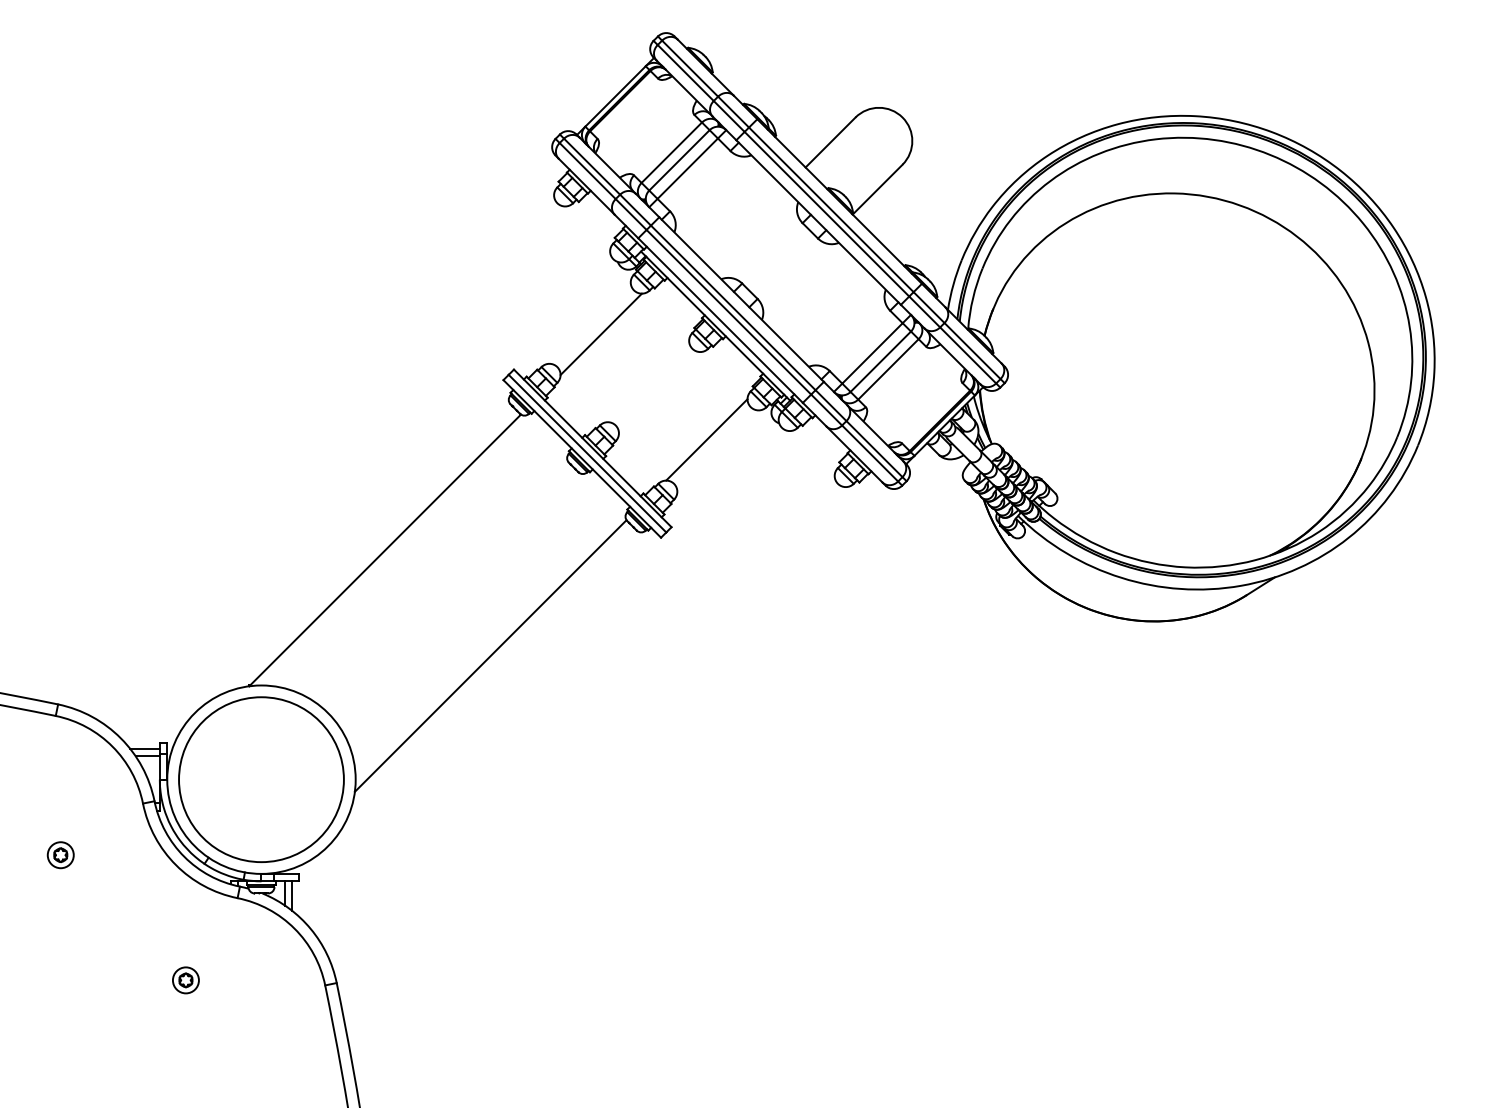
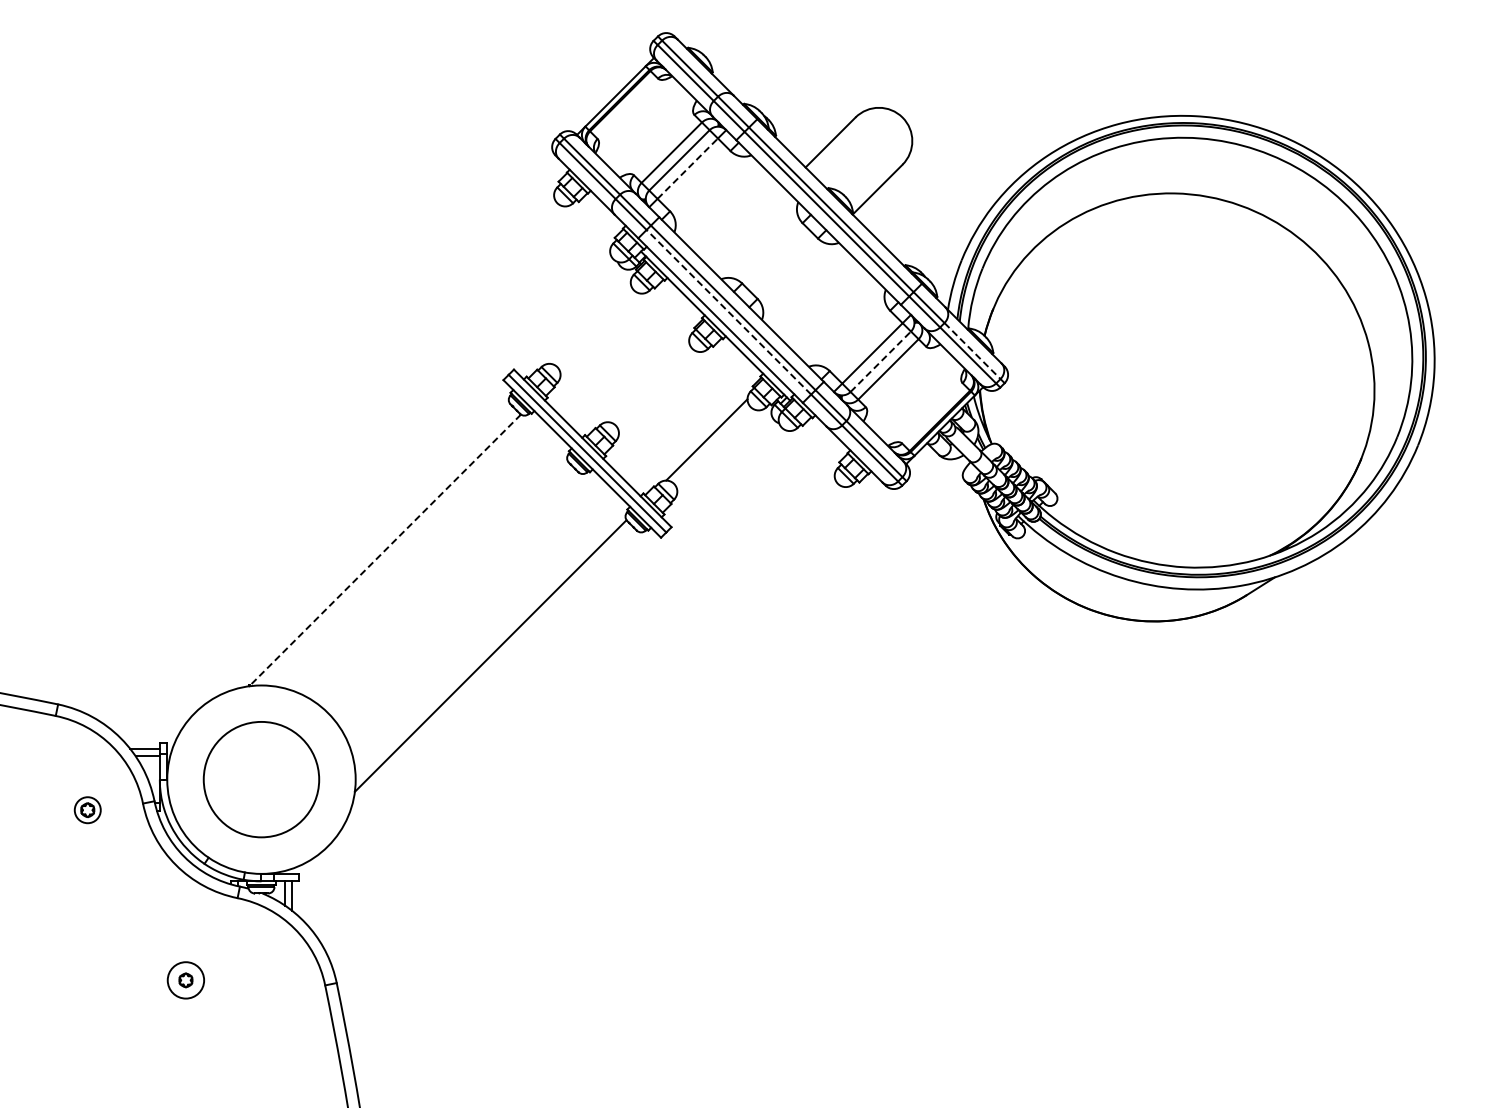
line at (687, 168): solid -> dashed
line at (728, 311): solid -> dashed
line at (600, 334): present -> none
line at (972, 351): solid -> dashed
line at (880, 361): solid -> dashed
line at (384, 550): solid -> dashed
circle at (261, 779) size: 167x167 px -> 119x118 px
part at (60, 855) position: (60, 855) -> (87, 810)
circle at (185, 980) diameter: 26 px -> 36 px
